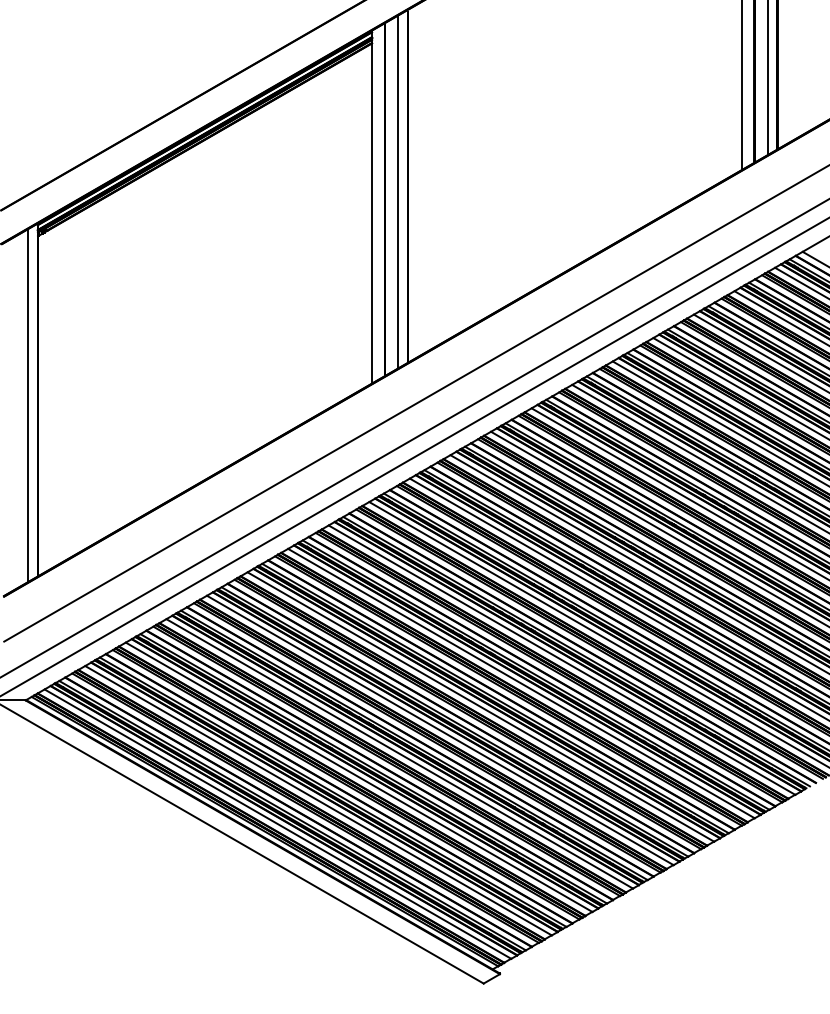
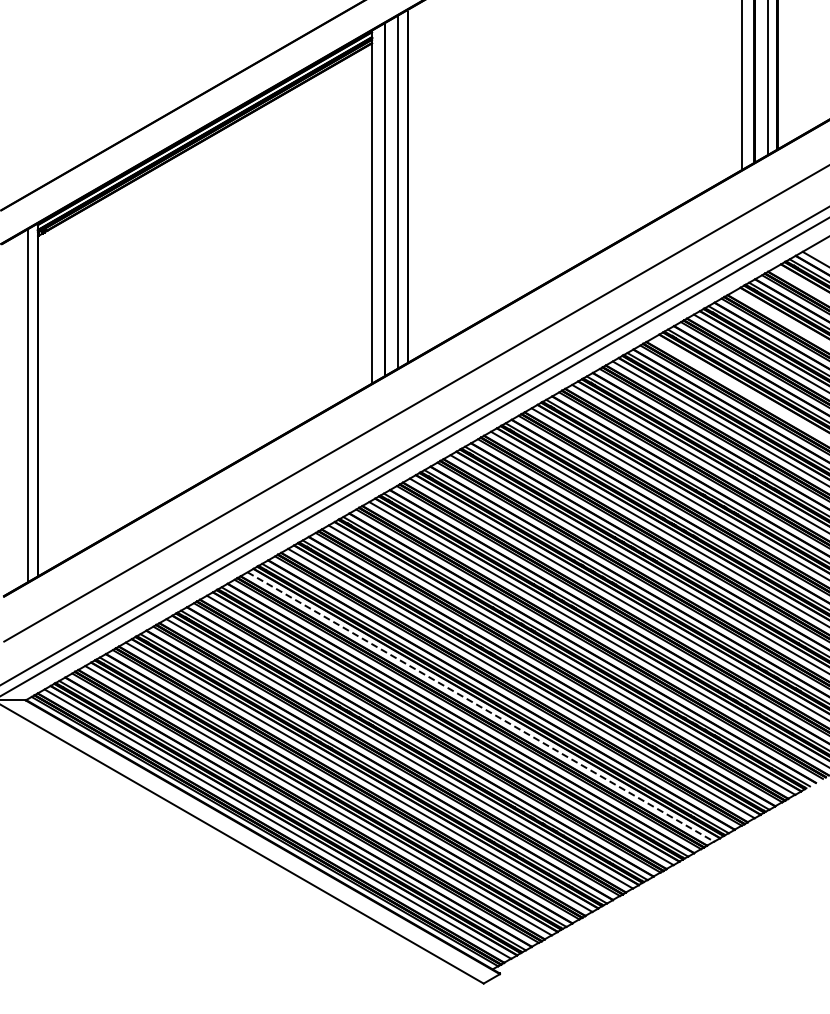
line at (800, 282): present -> none
line at (780, 317): present -> none
line at (739, 388): present -> none
line at (414, 438) position: (414, 438) -> (414, 446)
line at (481, 707): solid -> dashed
